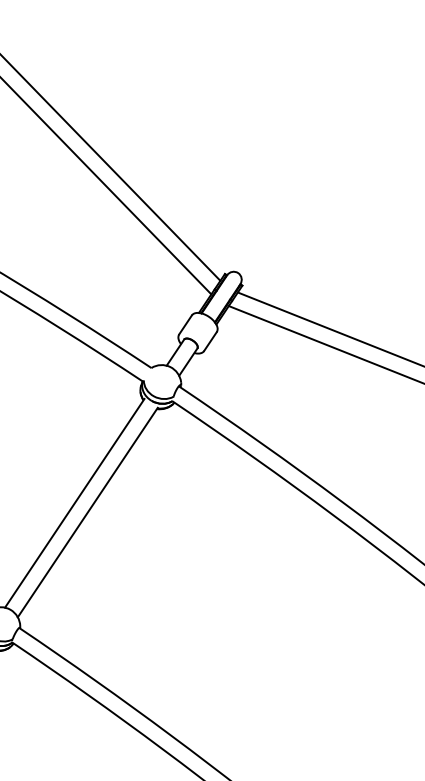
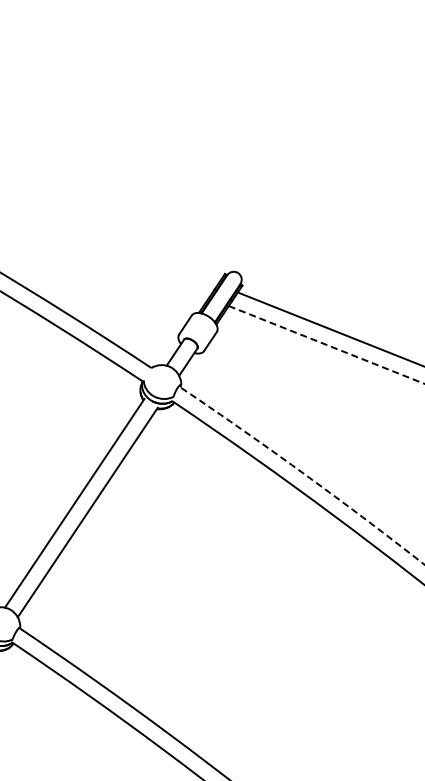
line at (111, 168): present -> none
line at (106, 186): present -> none
line at (327, 345): solid -> dashed
arc at (302, 473): solid -> dashed
